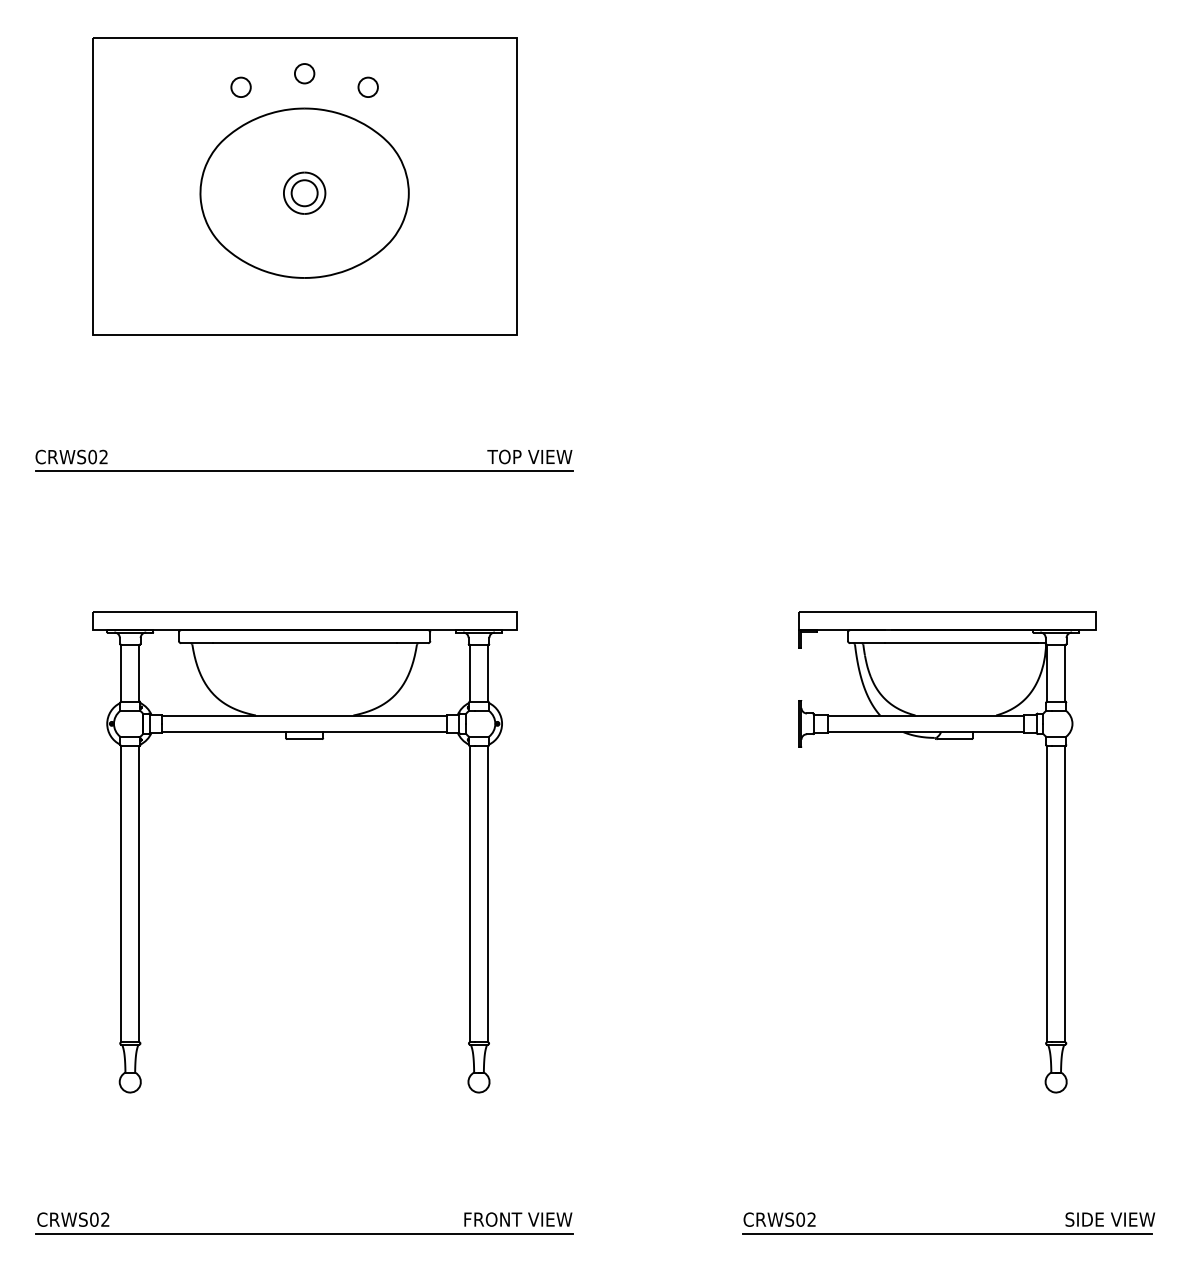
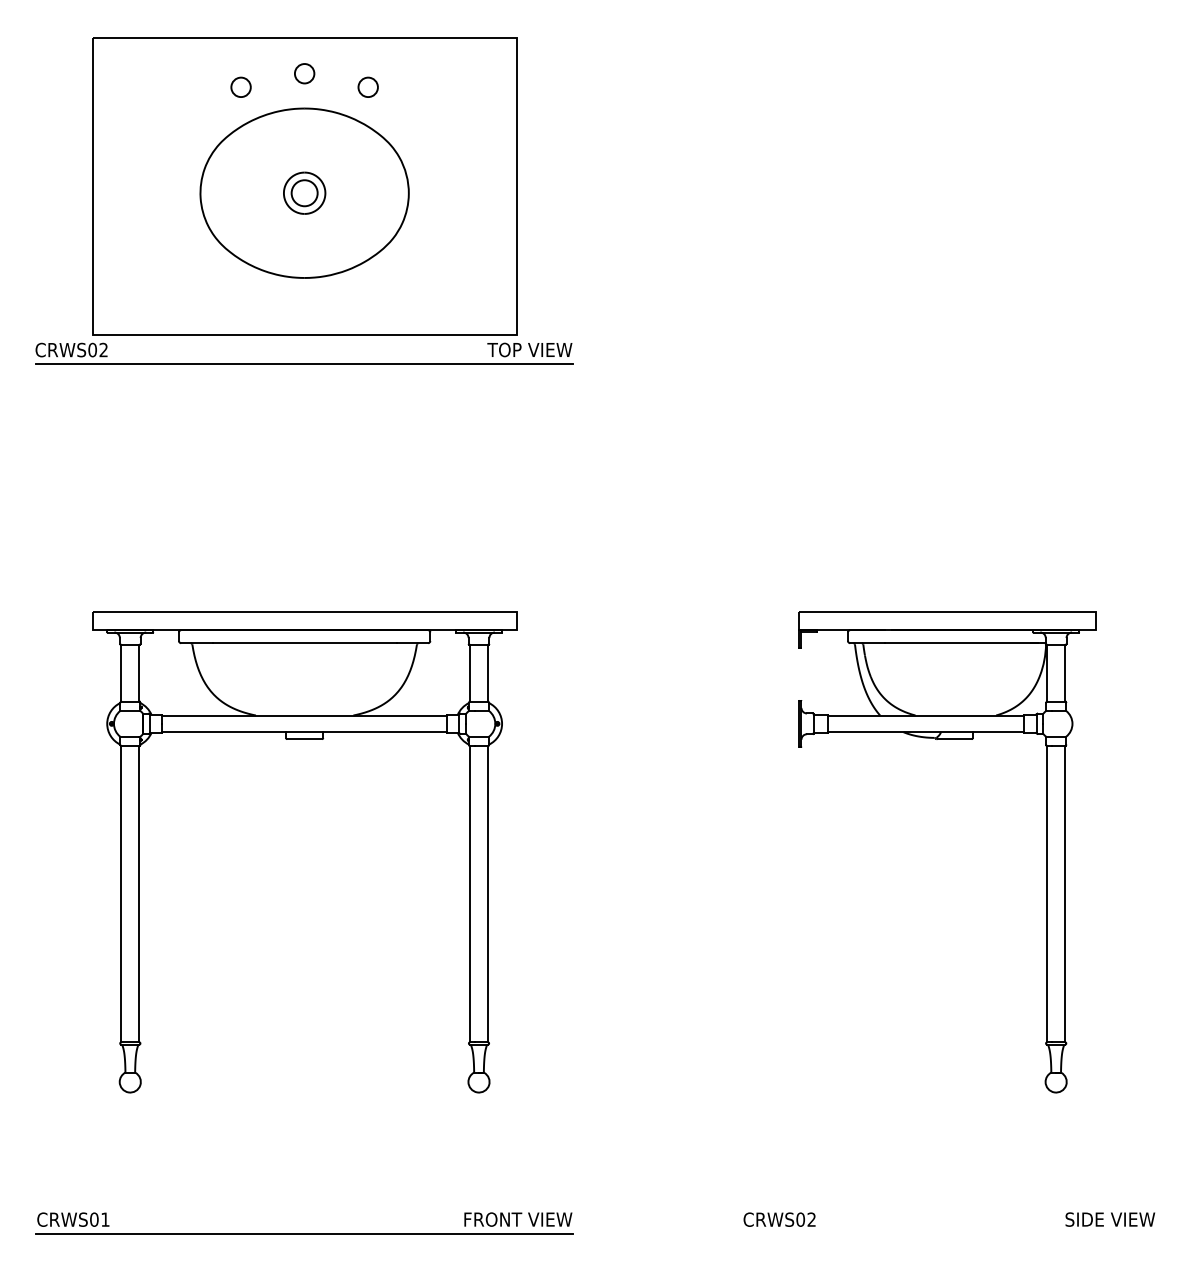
part at (304, 470) position: (304, 470) -> (304, 363)
text at (105, 1219): CRWS02 -> CRWS01
line at (947, 1233): present -> none
